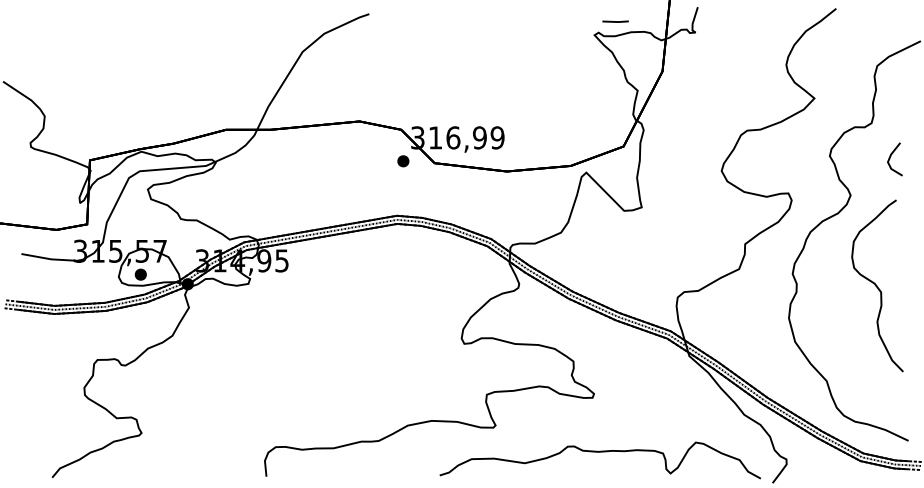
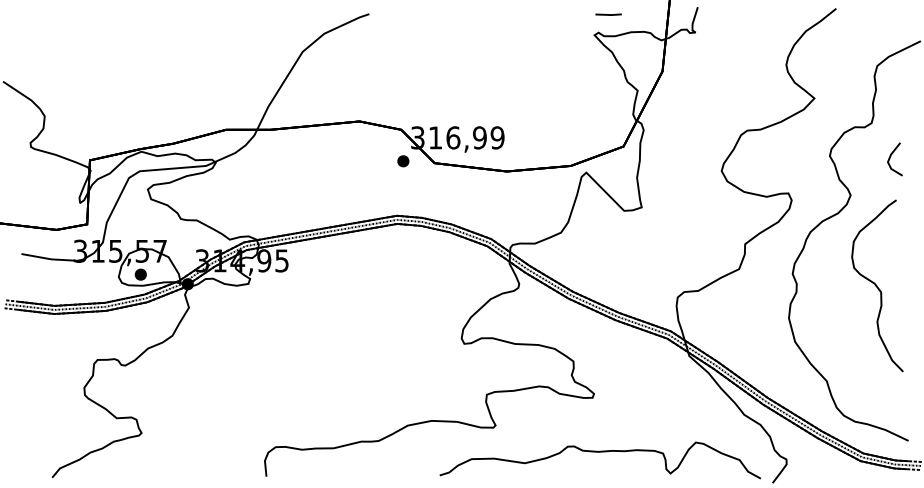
line at (615, 21) position: (615, 21) -> (608, 14)
